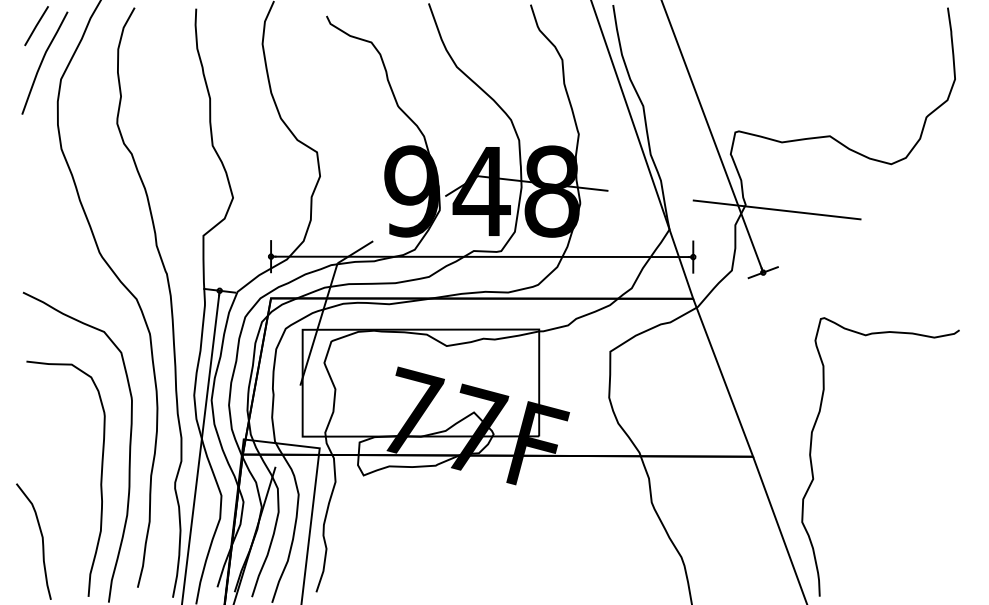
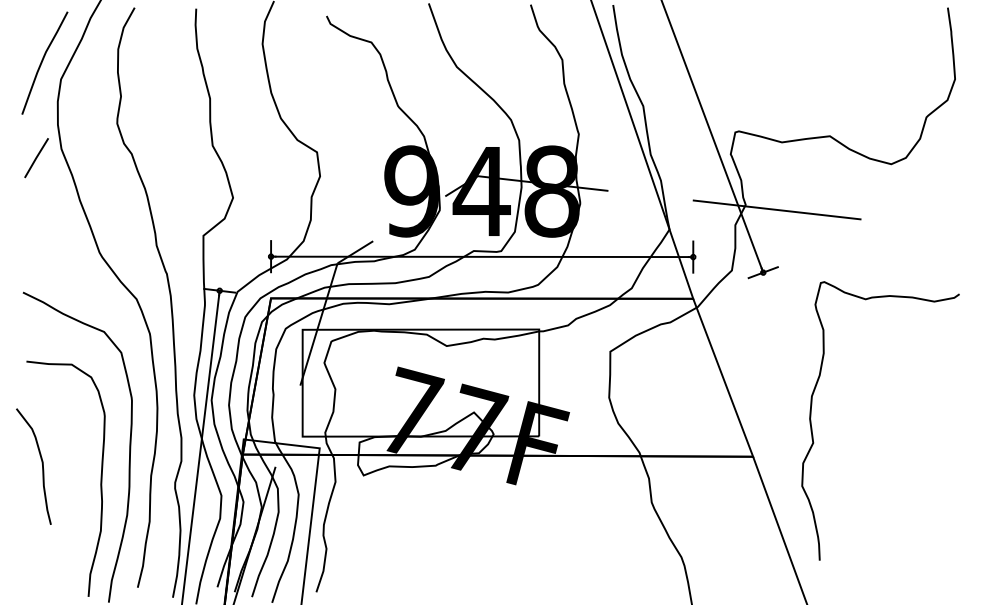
line at (36, 26) position: (36, 26) -> (36, 158)
curve at (812, 463) position: (812, 463) -> (812, 427)
curve at (41, 538) position: (41, 538) -> (41, 463)
